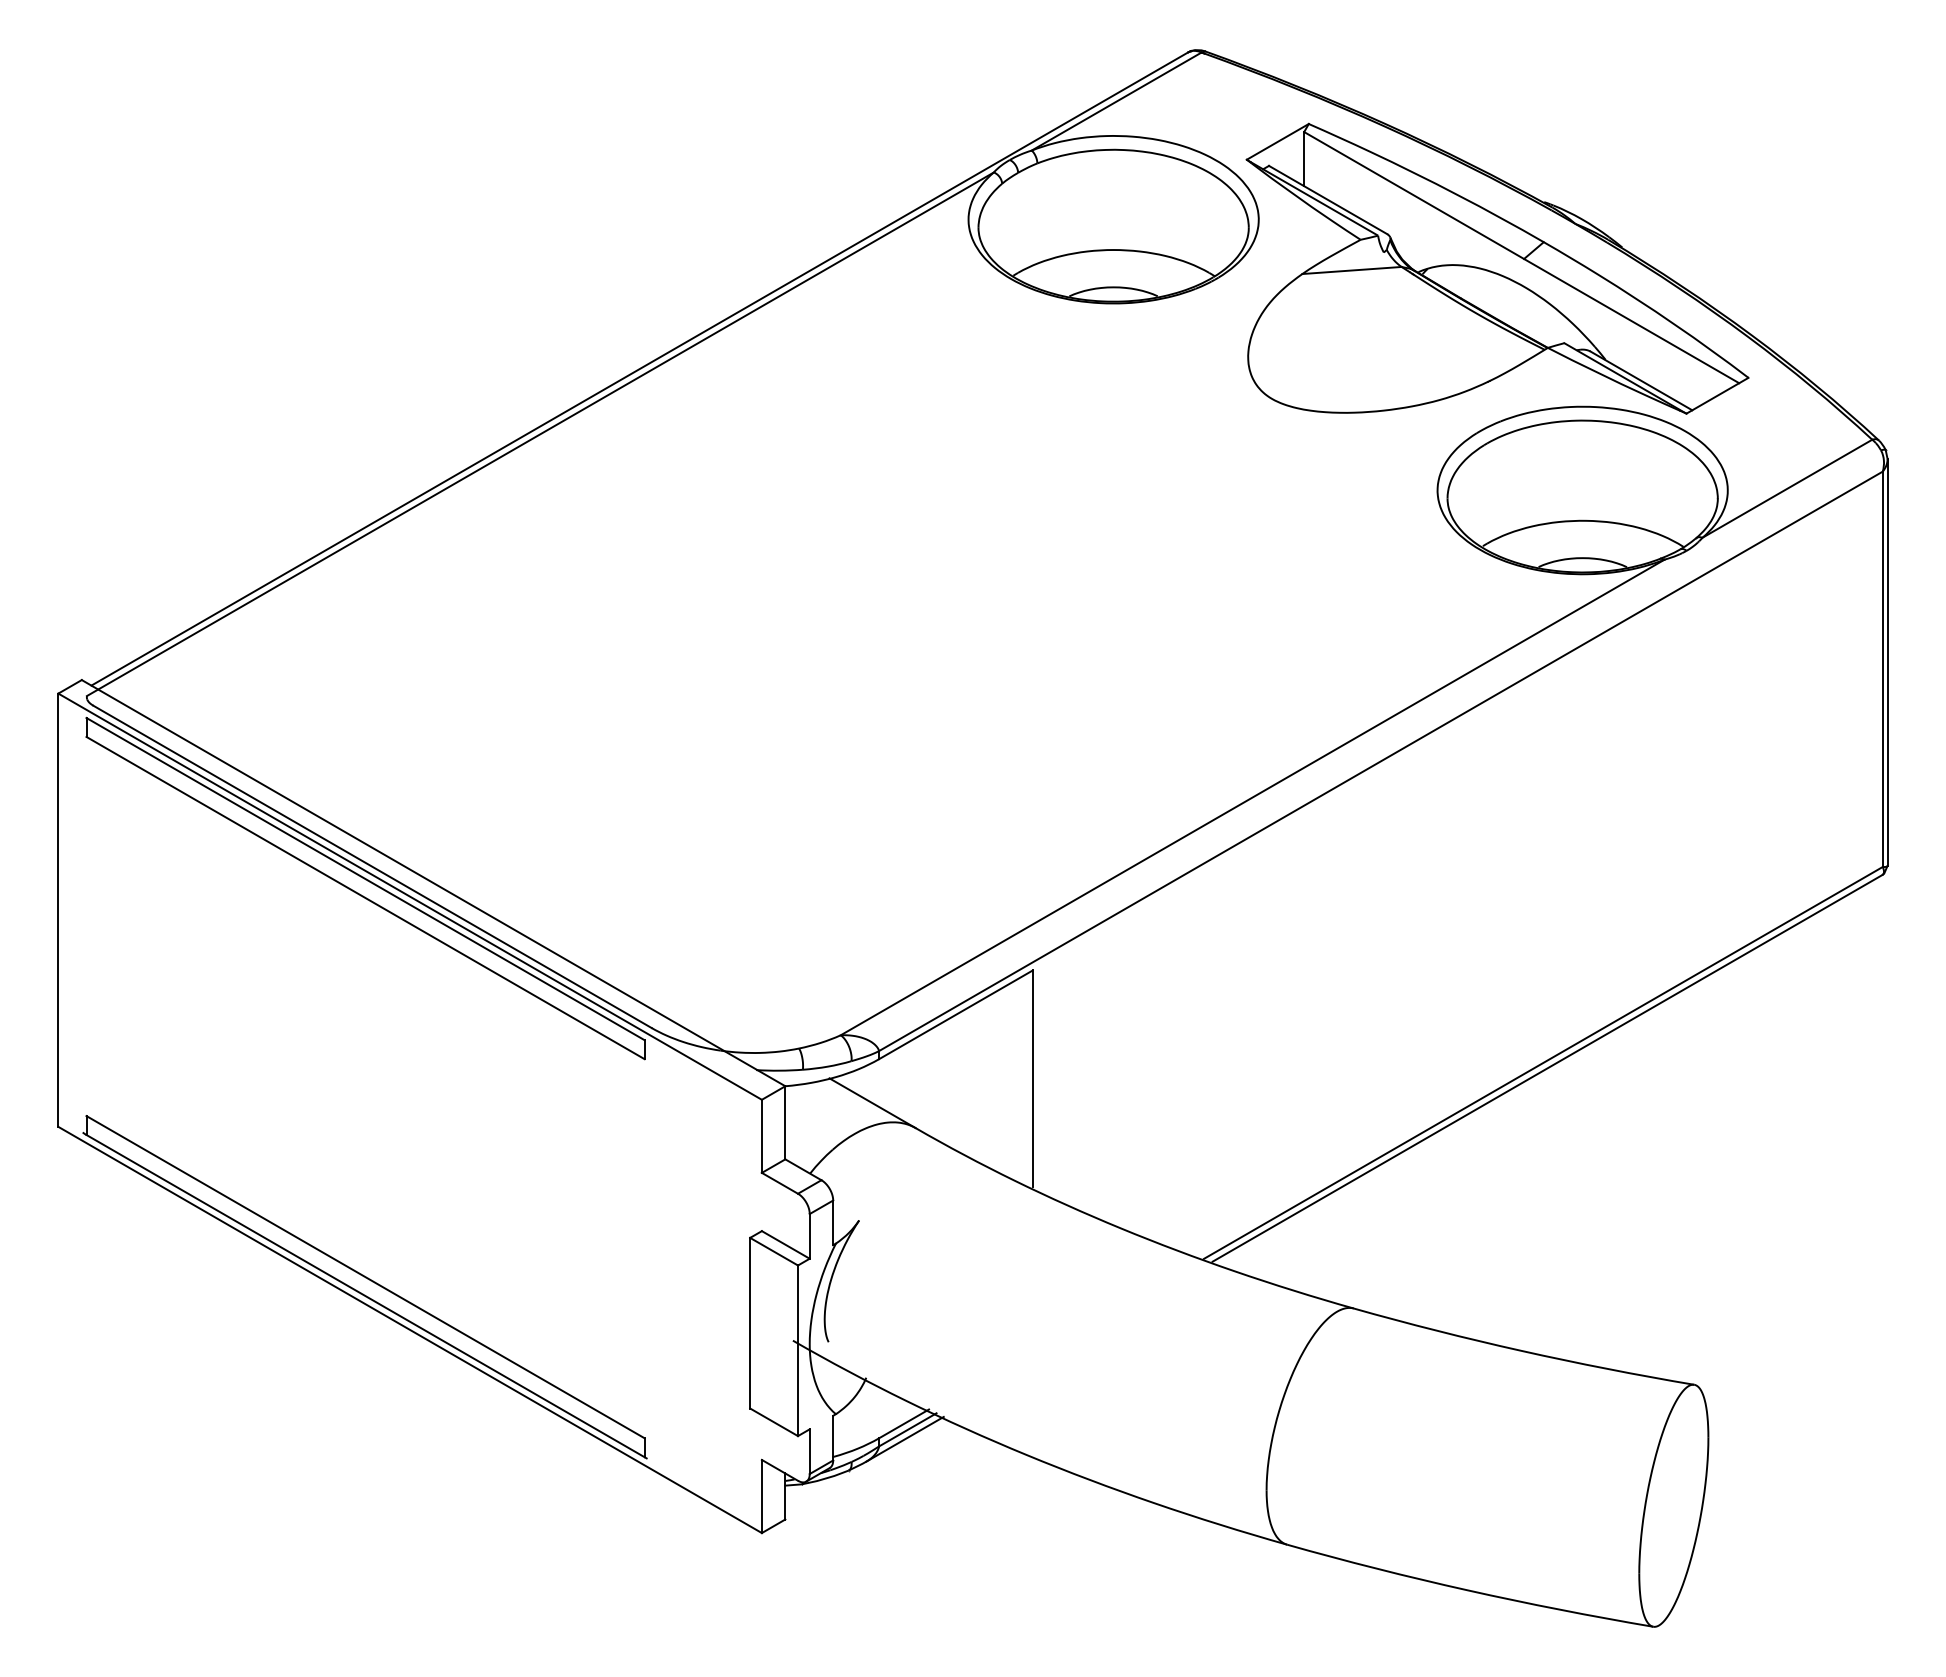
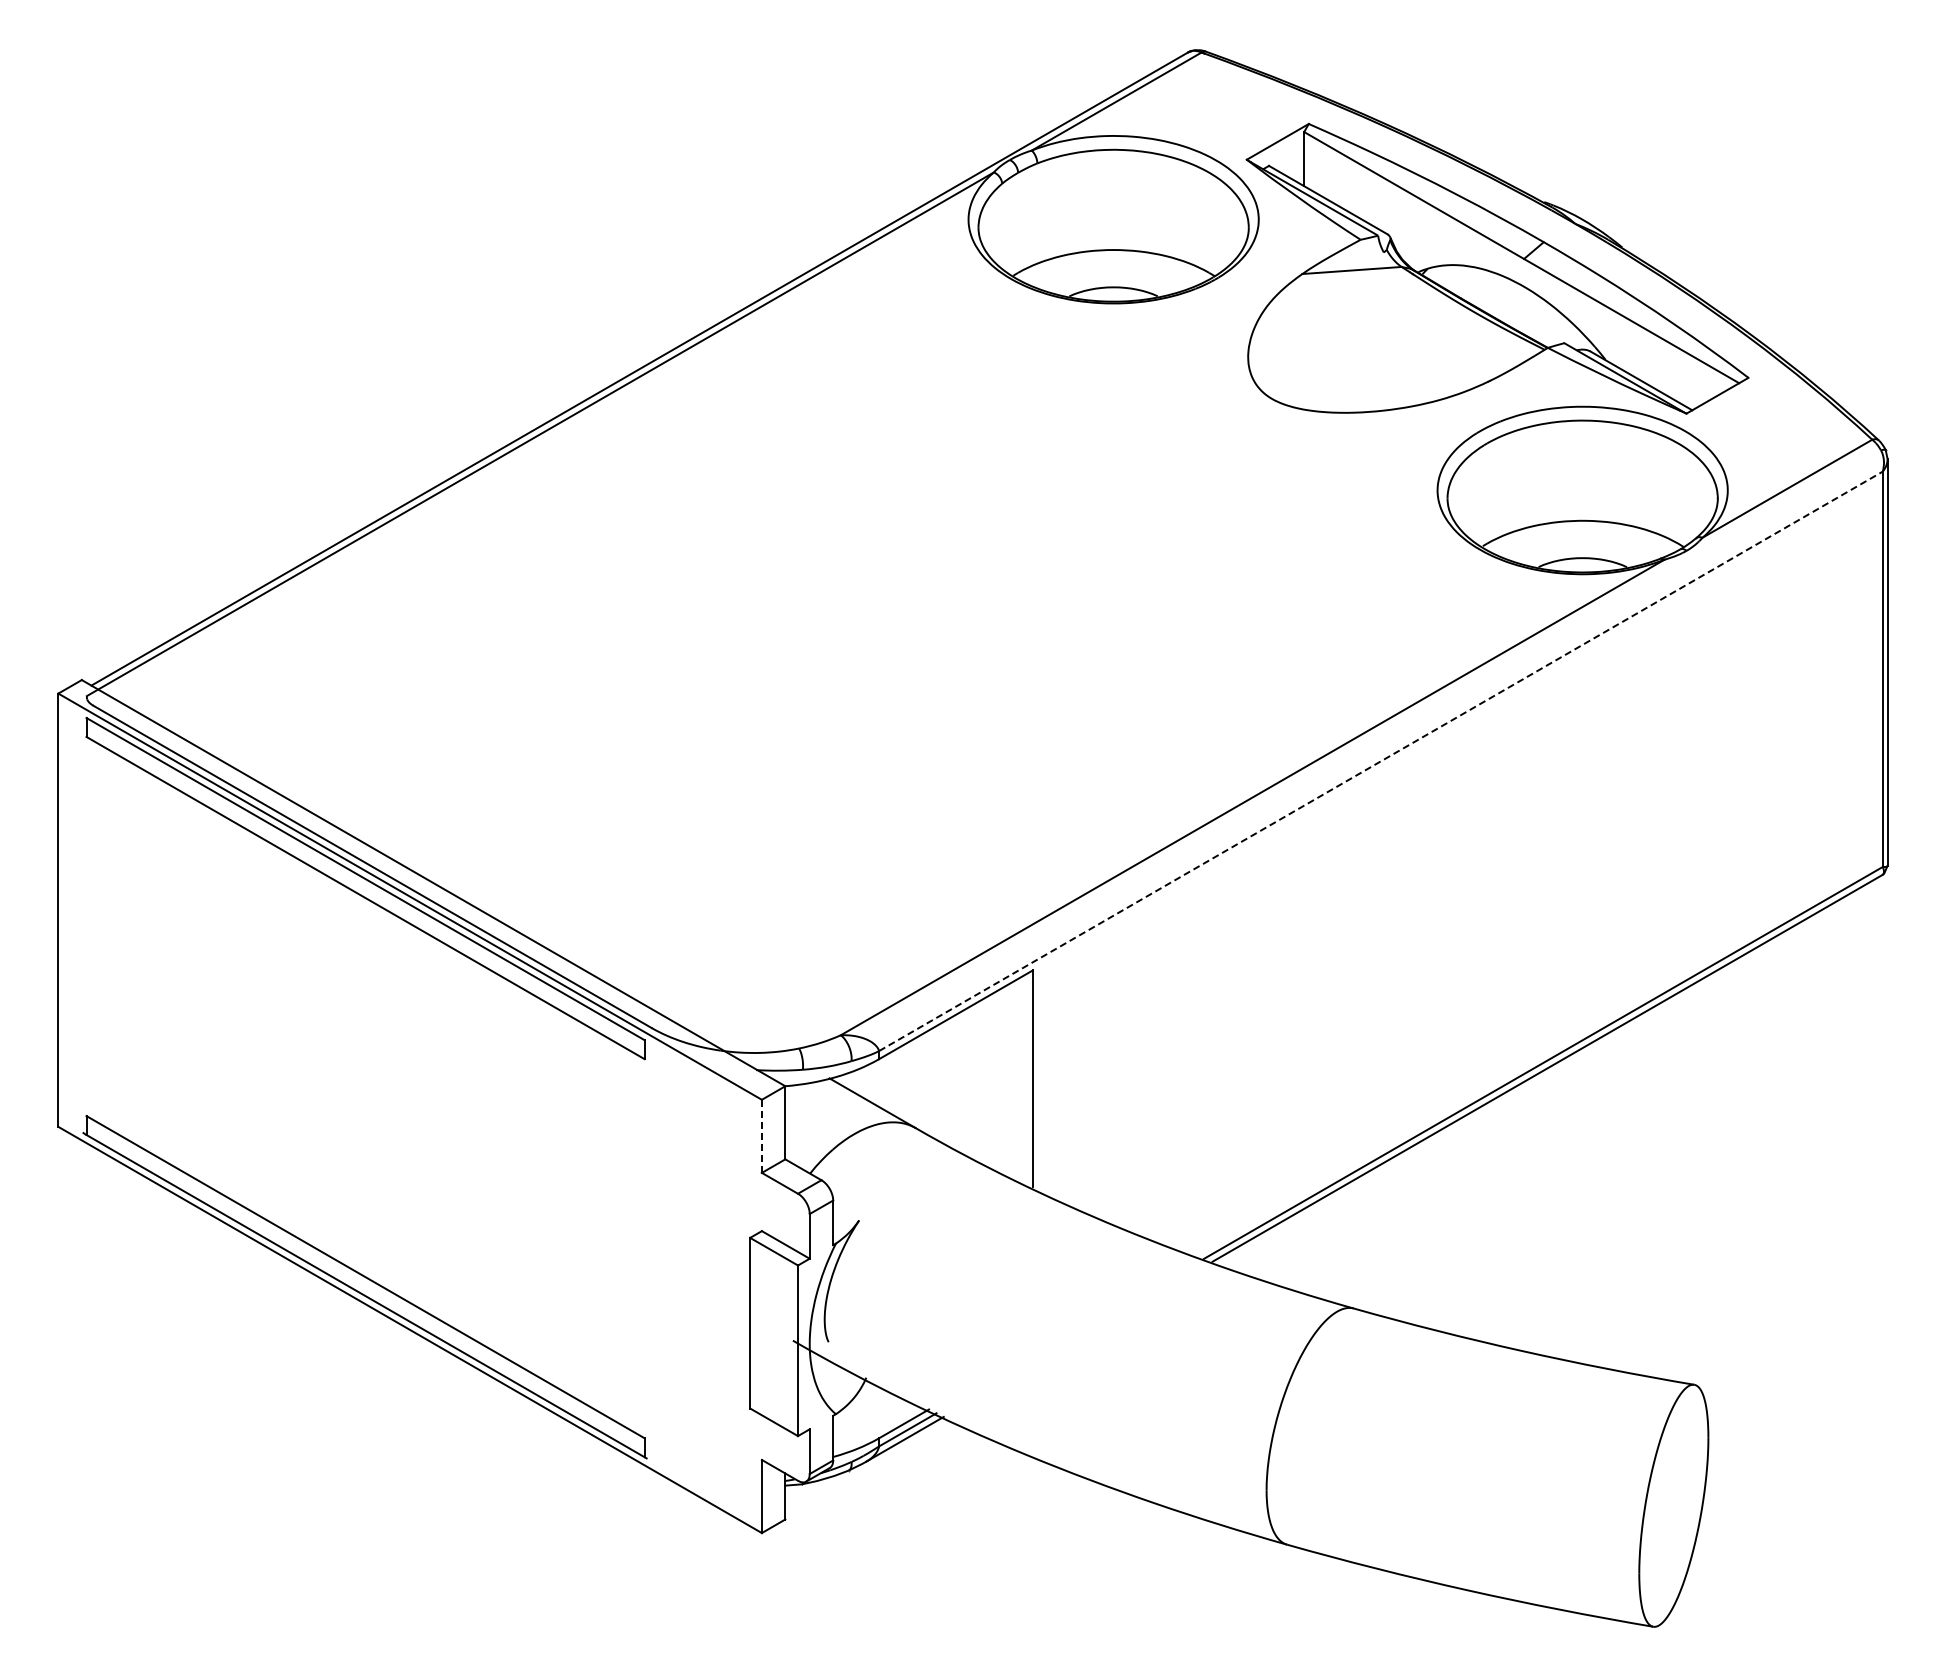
line at (1381, 761): solid -> dashed
line at (761, 1136): solid -> dashed
